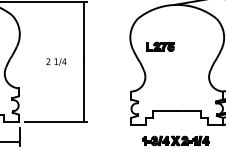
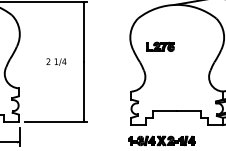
part at (175, 140) position: (175, 140) -> (161, 140)
